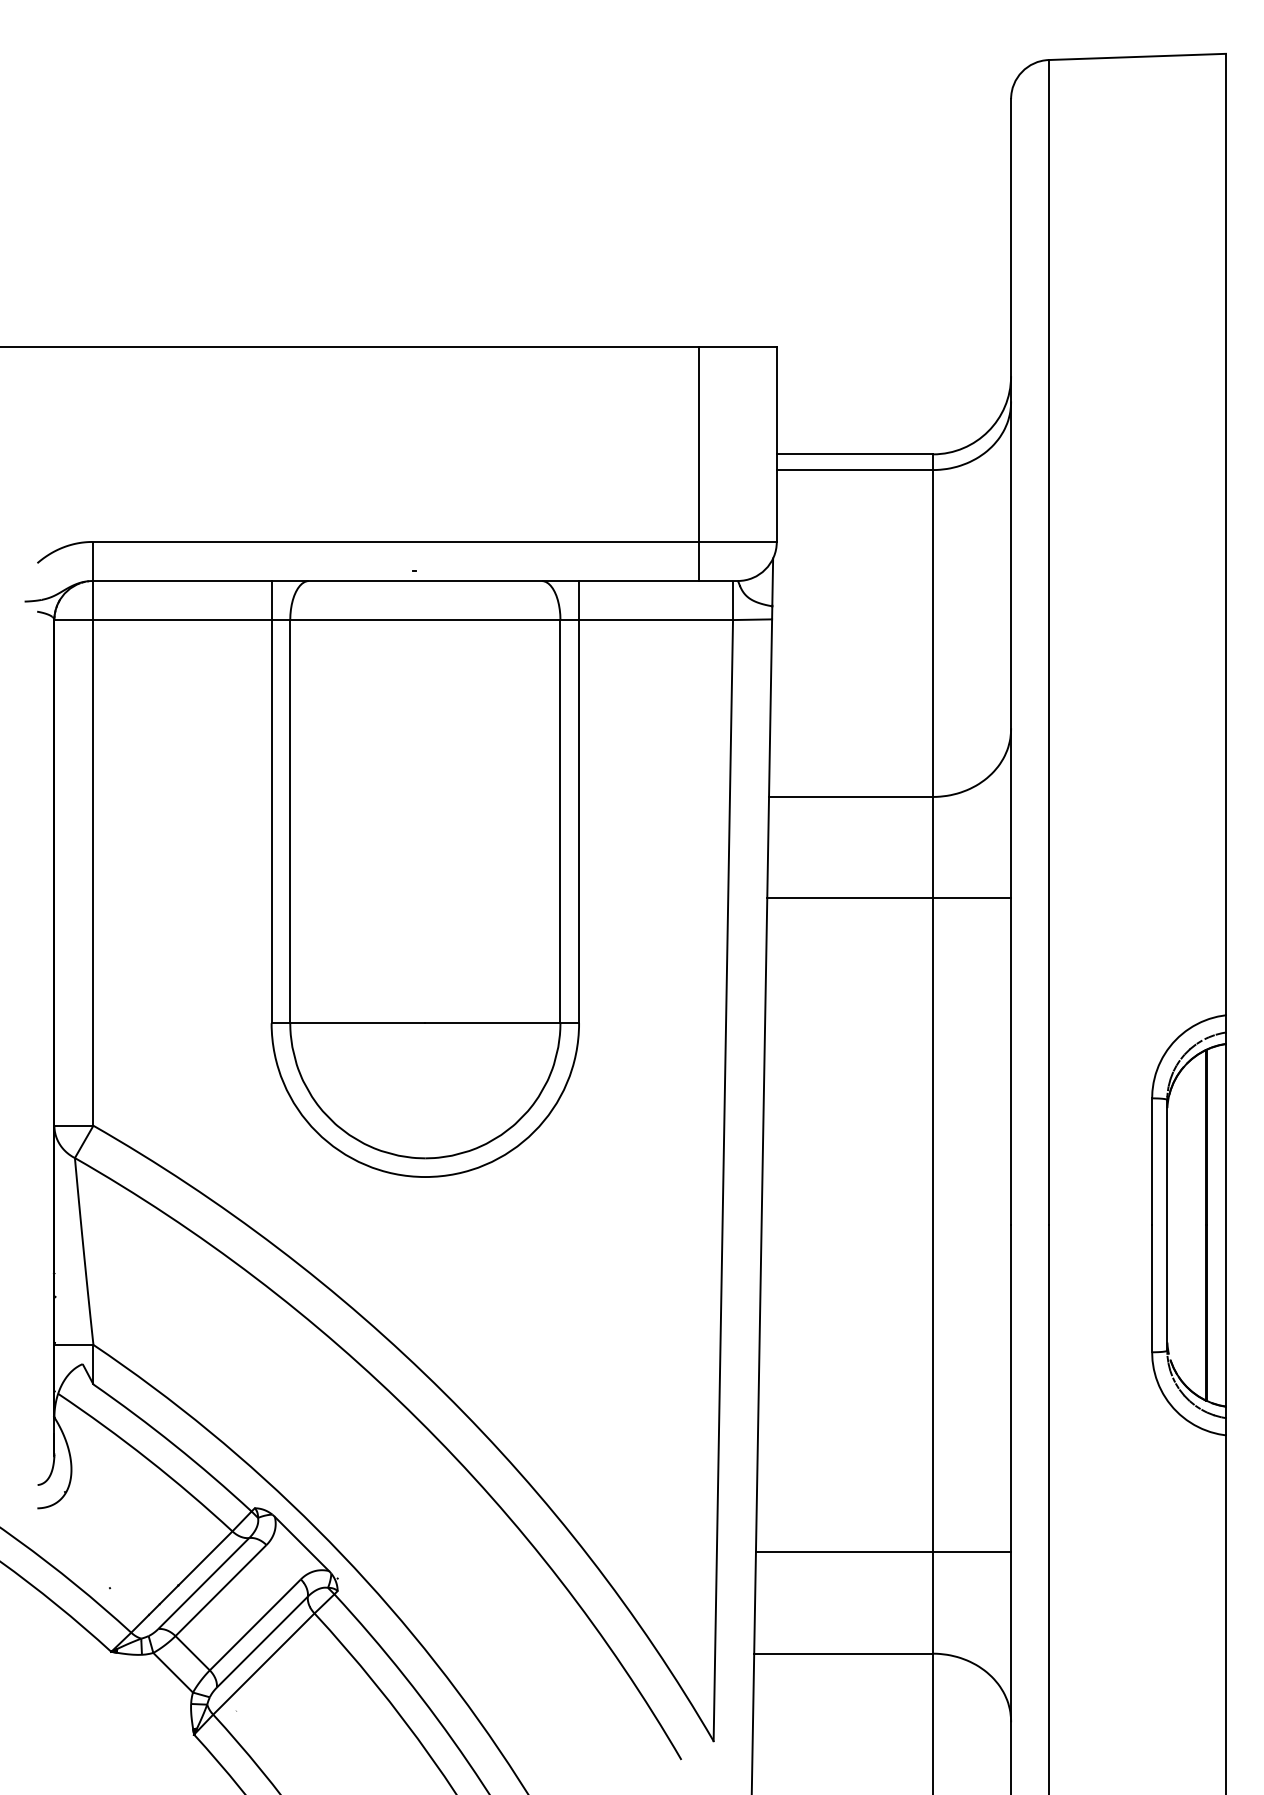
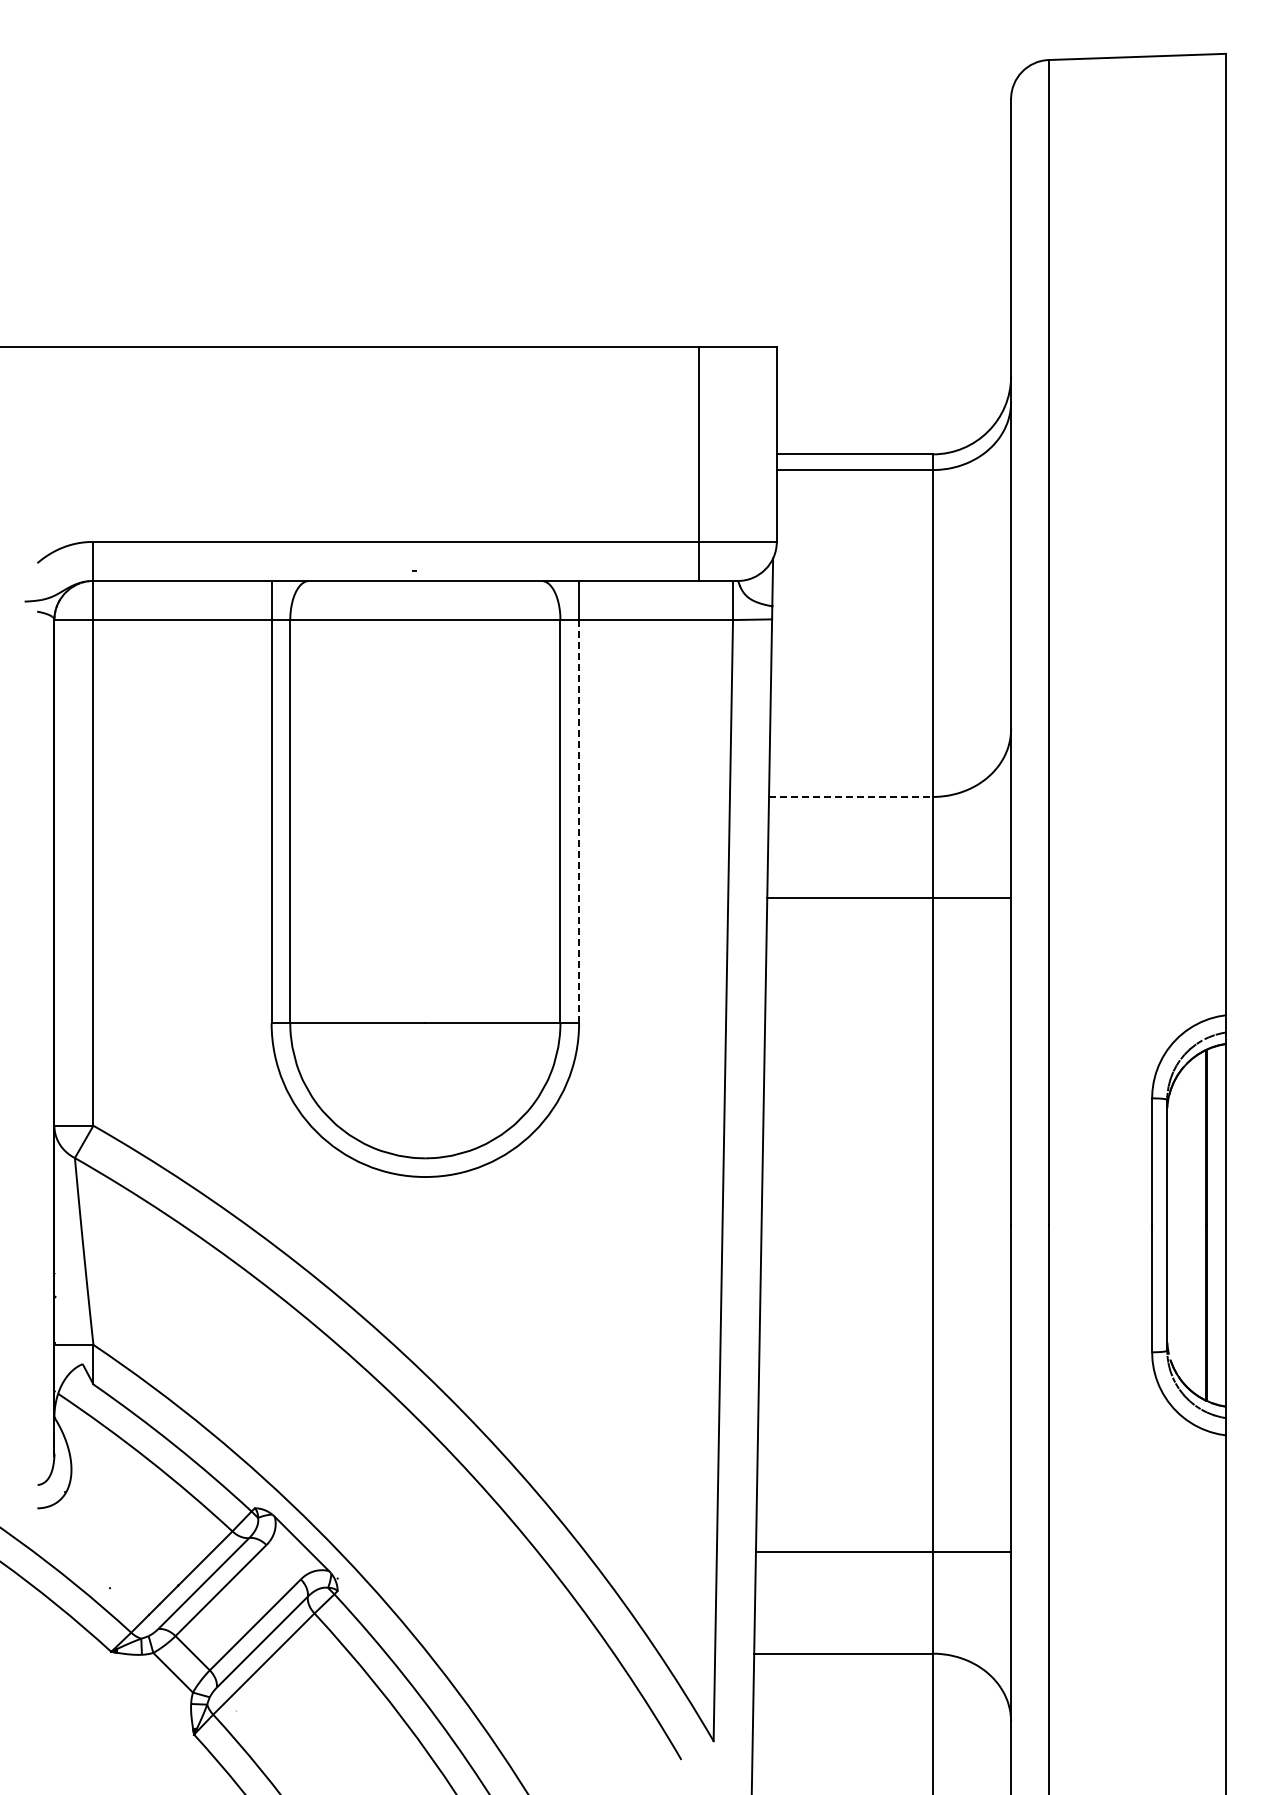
line at (851, 796): solid -> dashed
line at (579, 821): solid -> dashed
